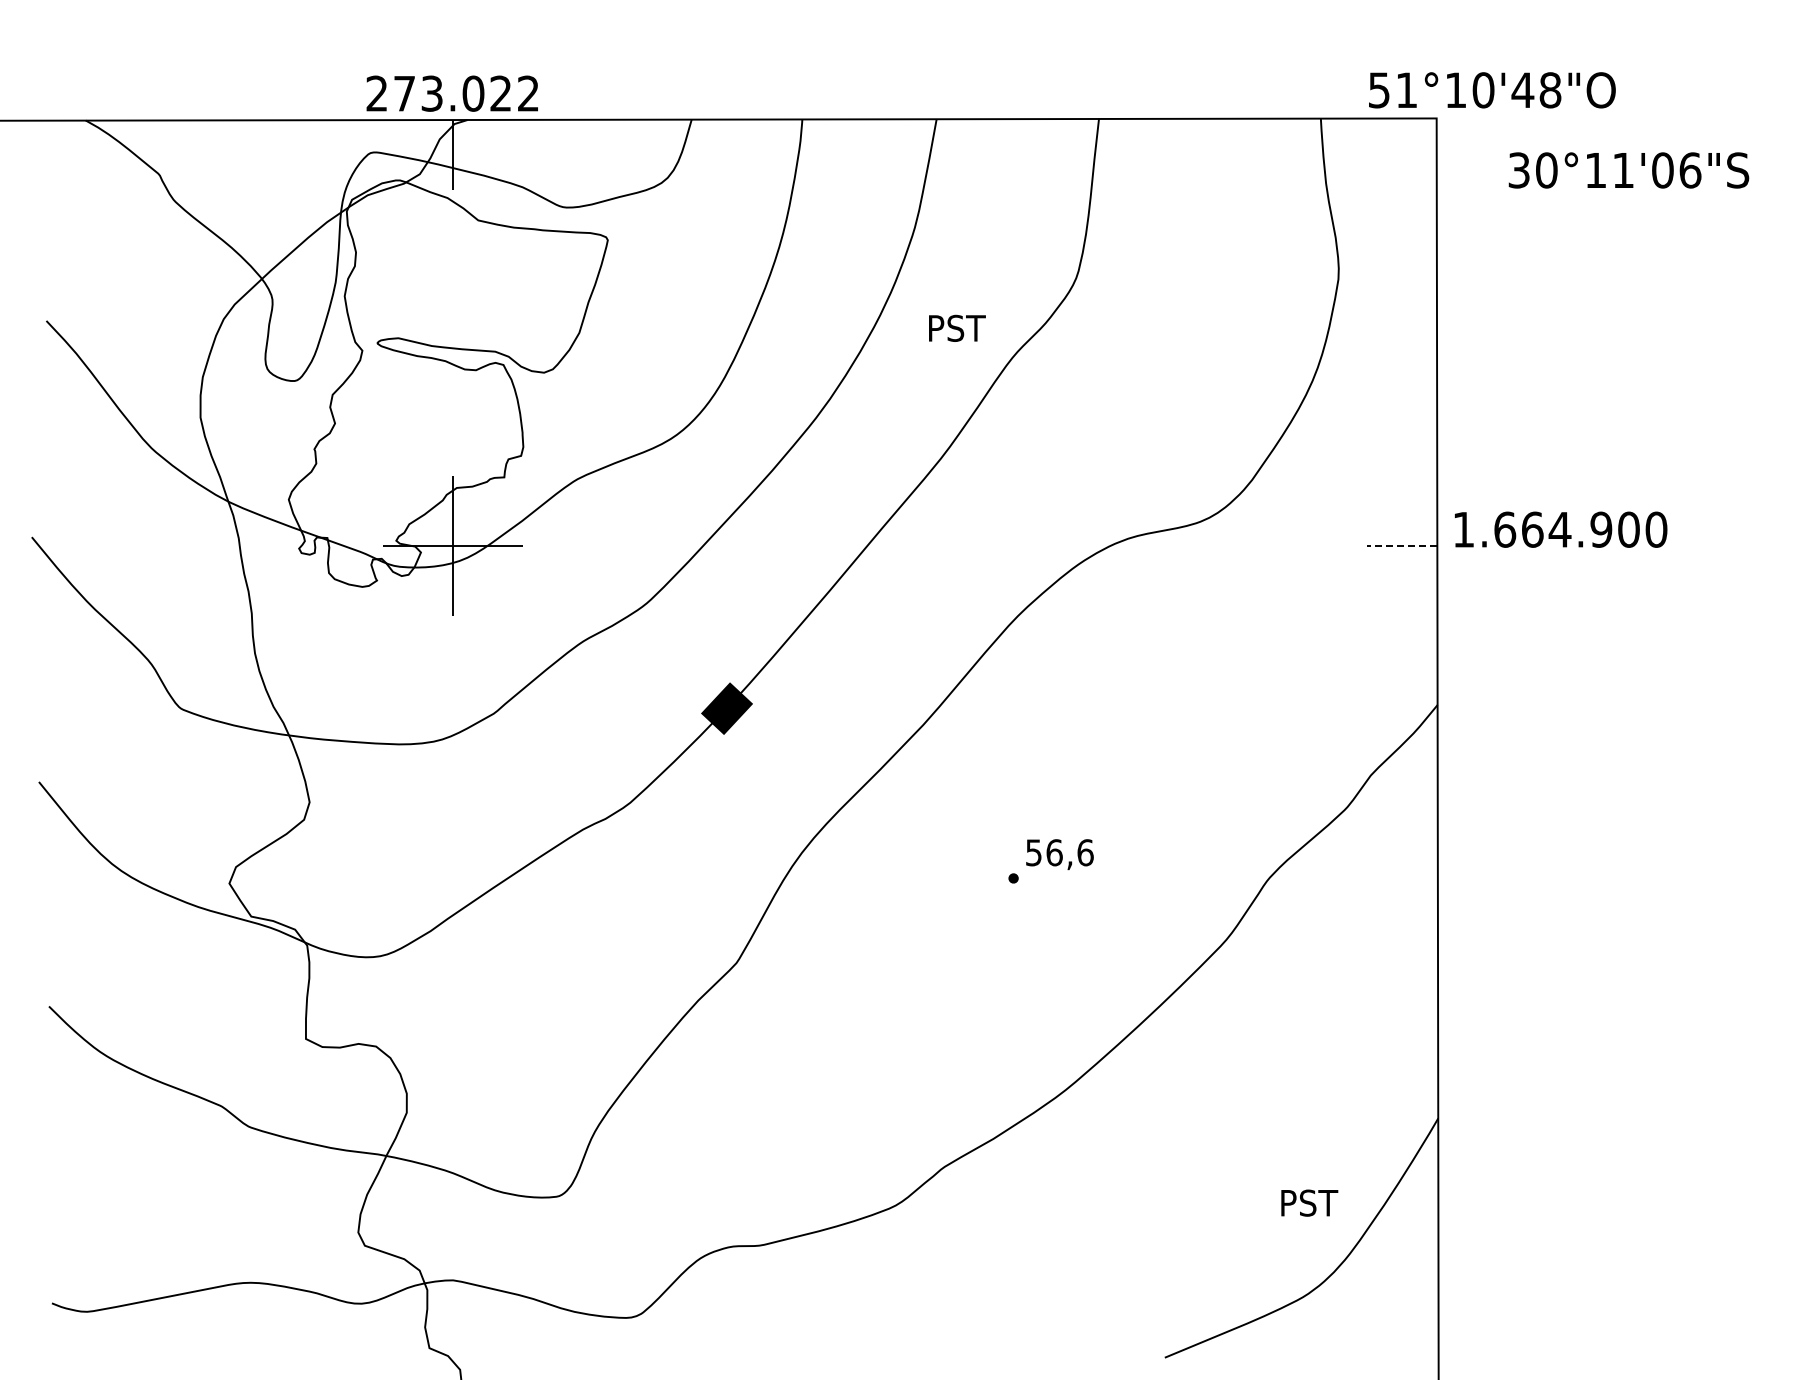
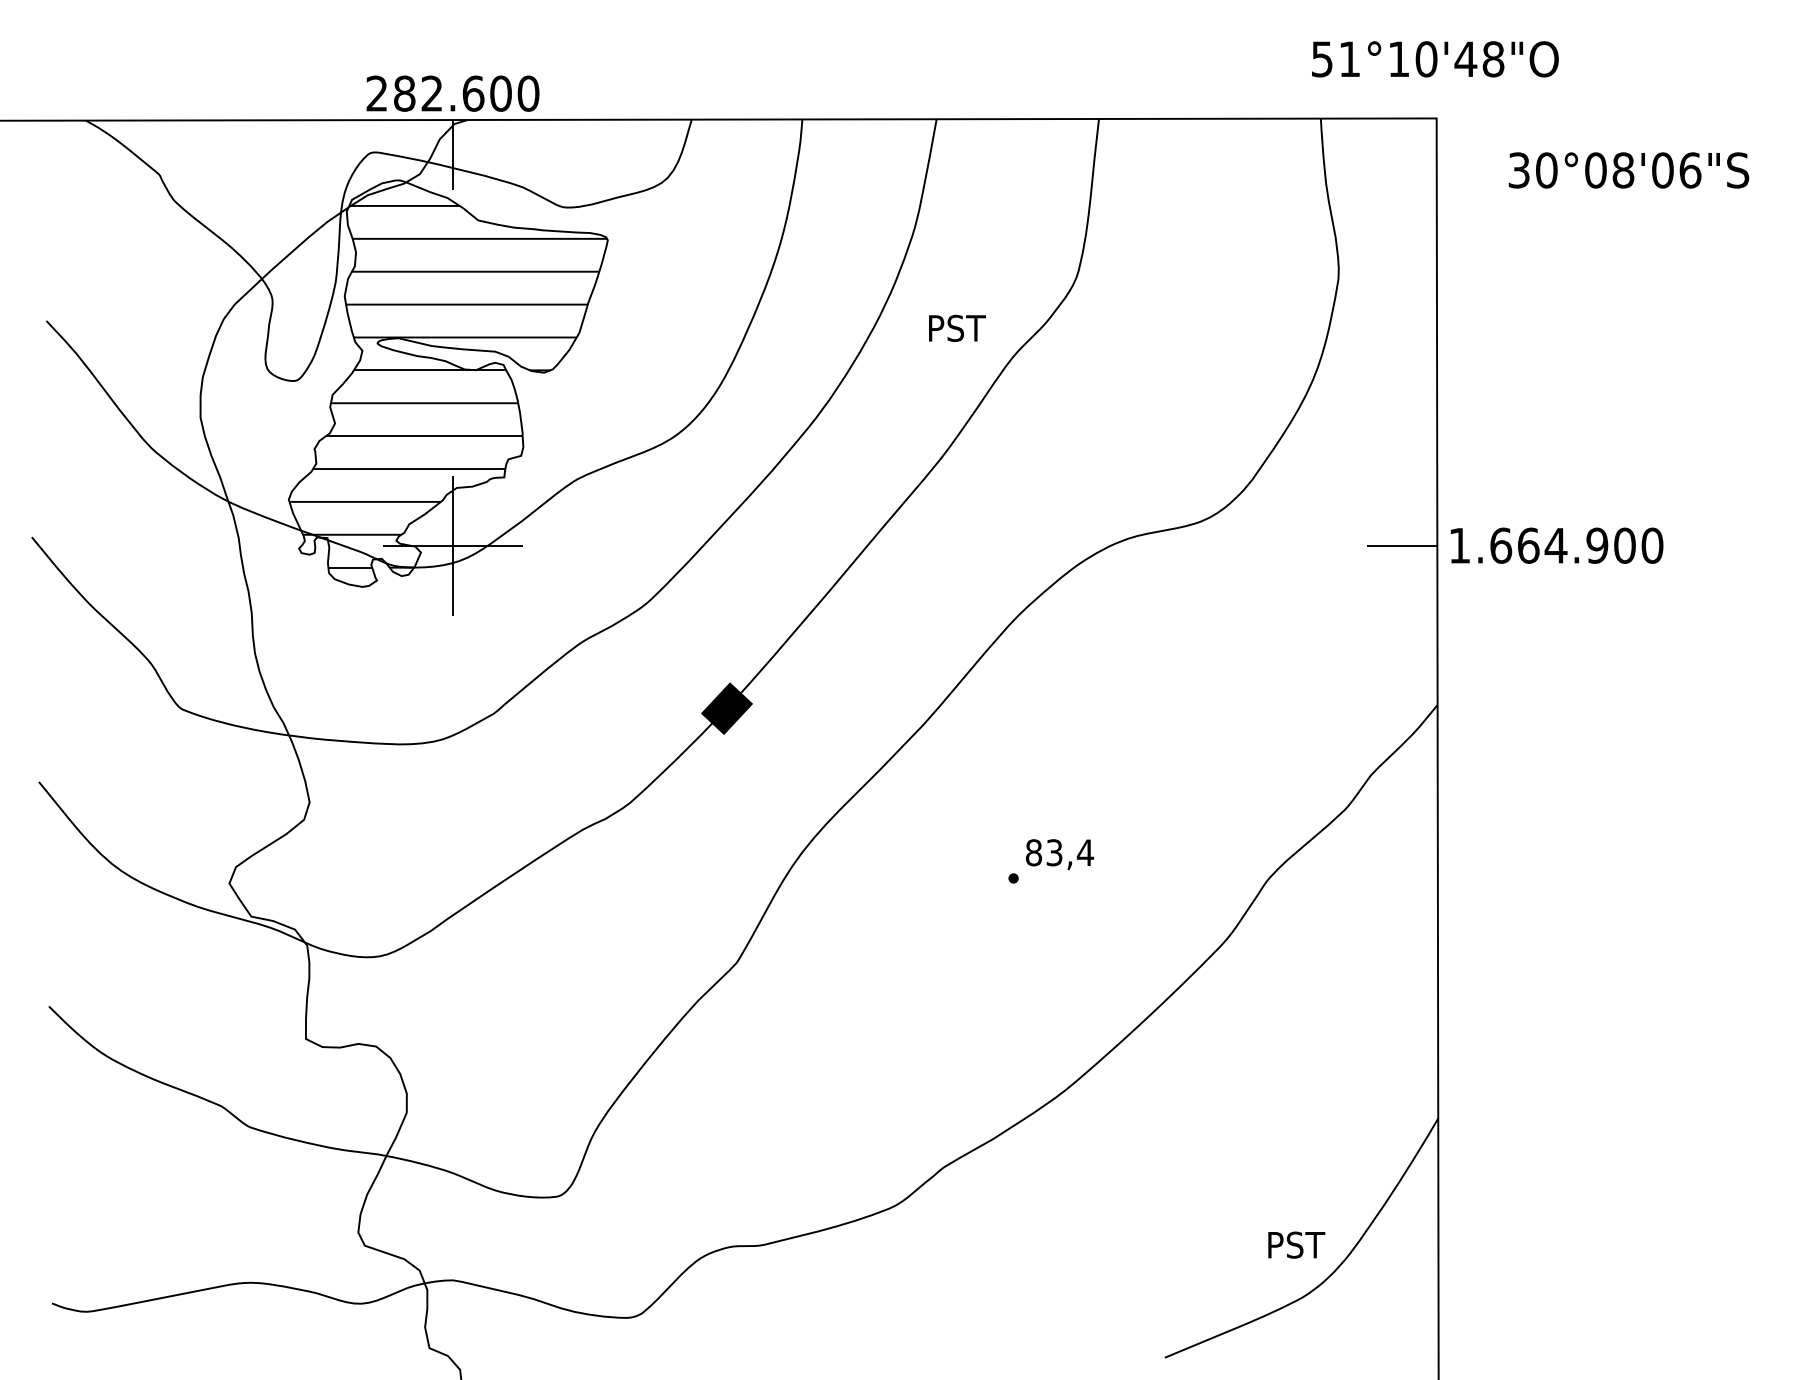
text at (1492, 90) position: (1492, 90) -> (1435, 59)
text at (466, 93): 273.022 -> 282.600
text at (1609, 170): 30°11'06"S -> 30°08'06"S
hatch at (448, 386): none -> present
text at (1561, 529) position: (1561, 529) -> (1557, 545)
line at (1401, 545): dashed -> solid
text at (1059, 852): 56,6 -> 83,4
text at (1309, 1202) position: (1309, 1202) -> (1296, 1244)
